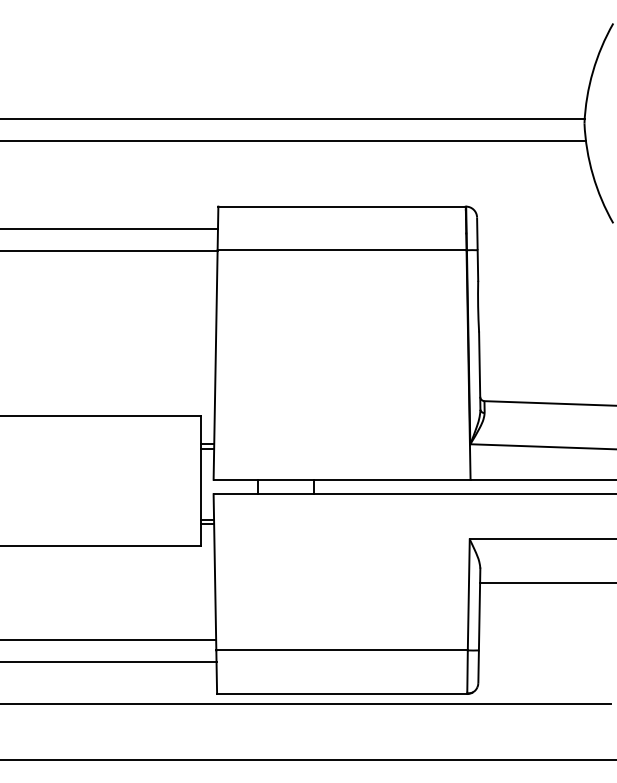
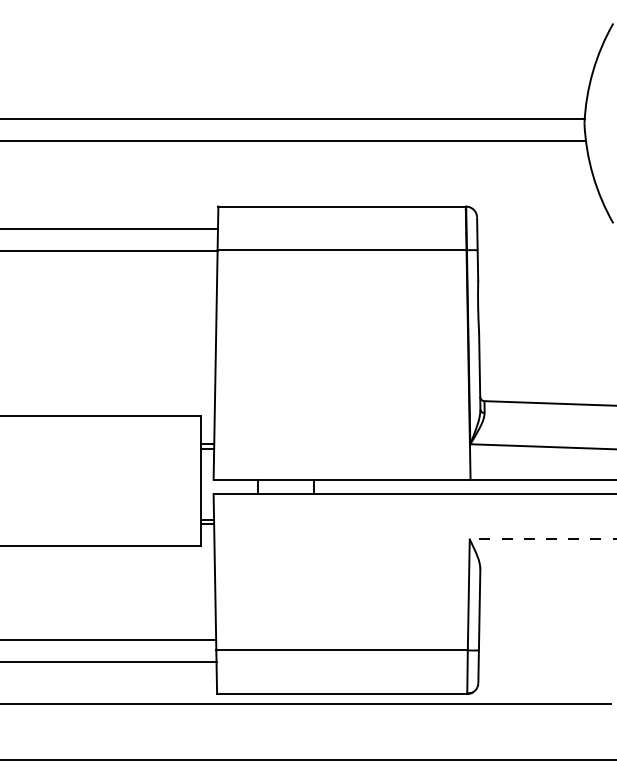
line at (542, 539): solid -> dashed
line at (546, 583): present -> none
